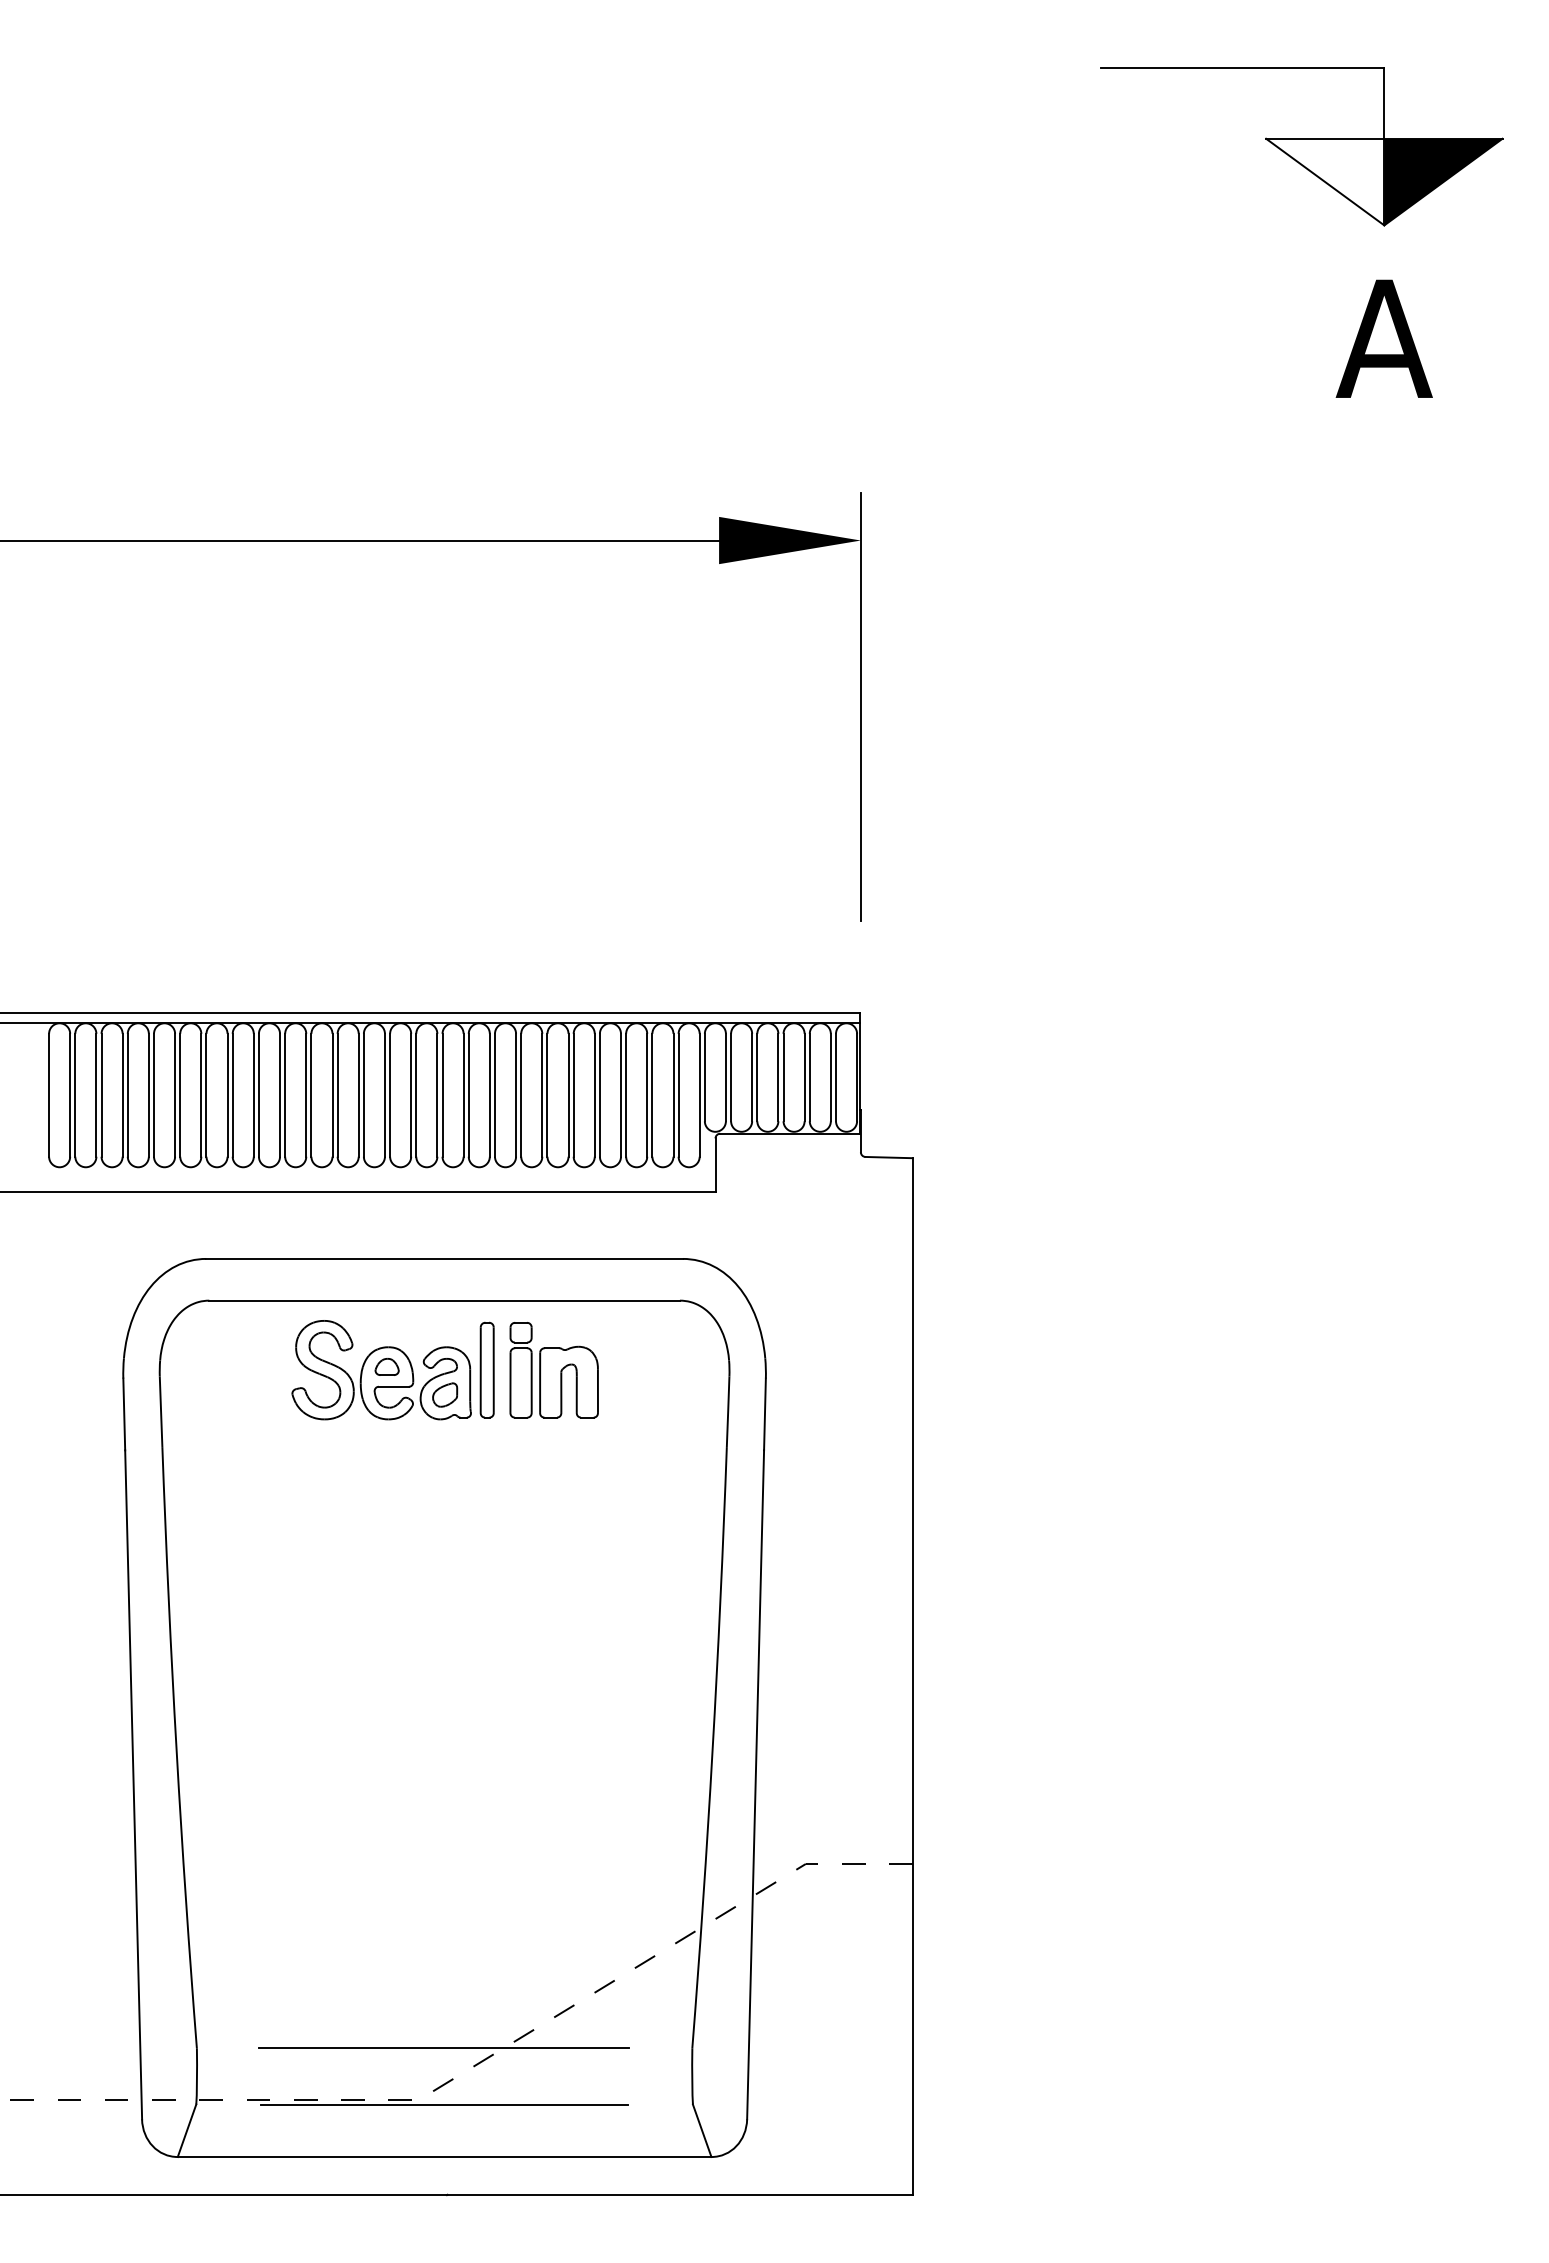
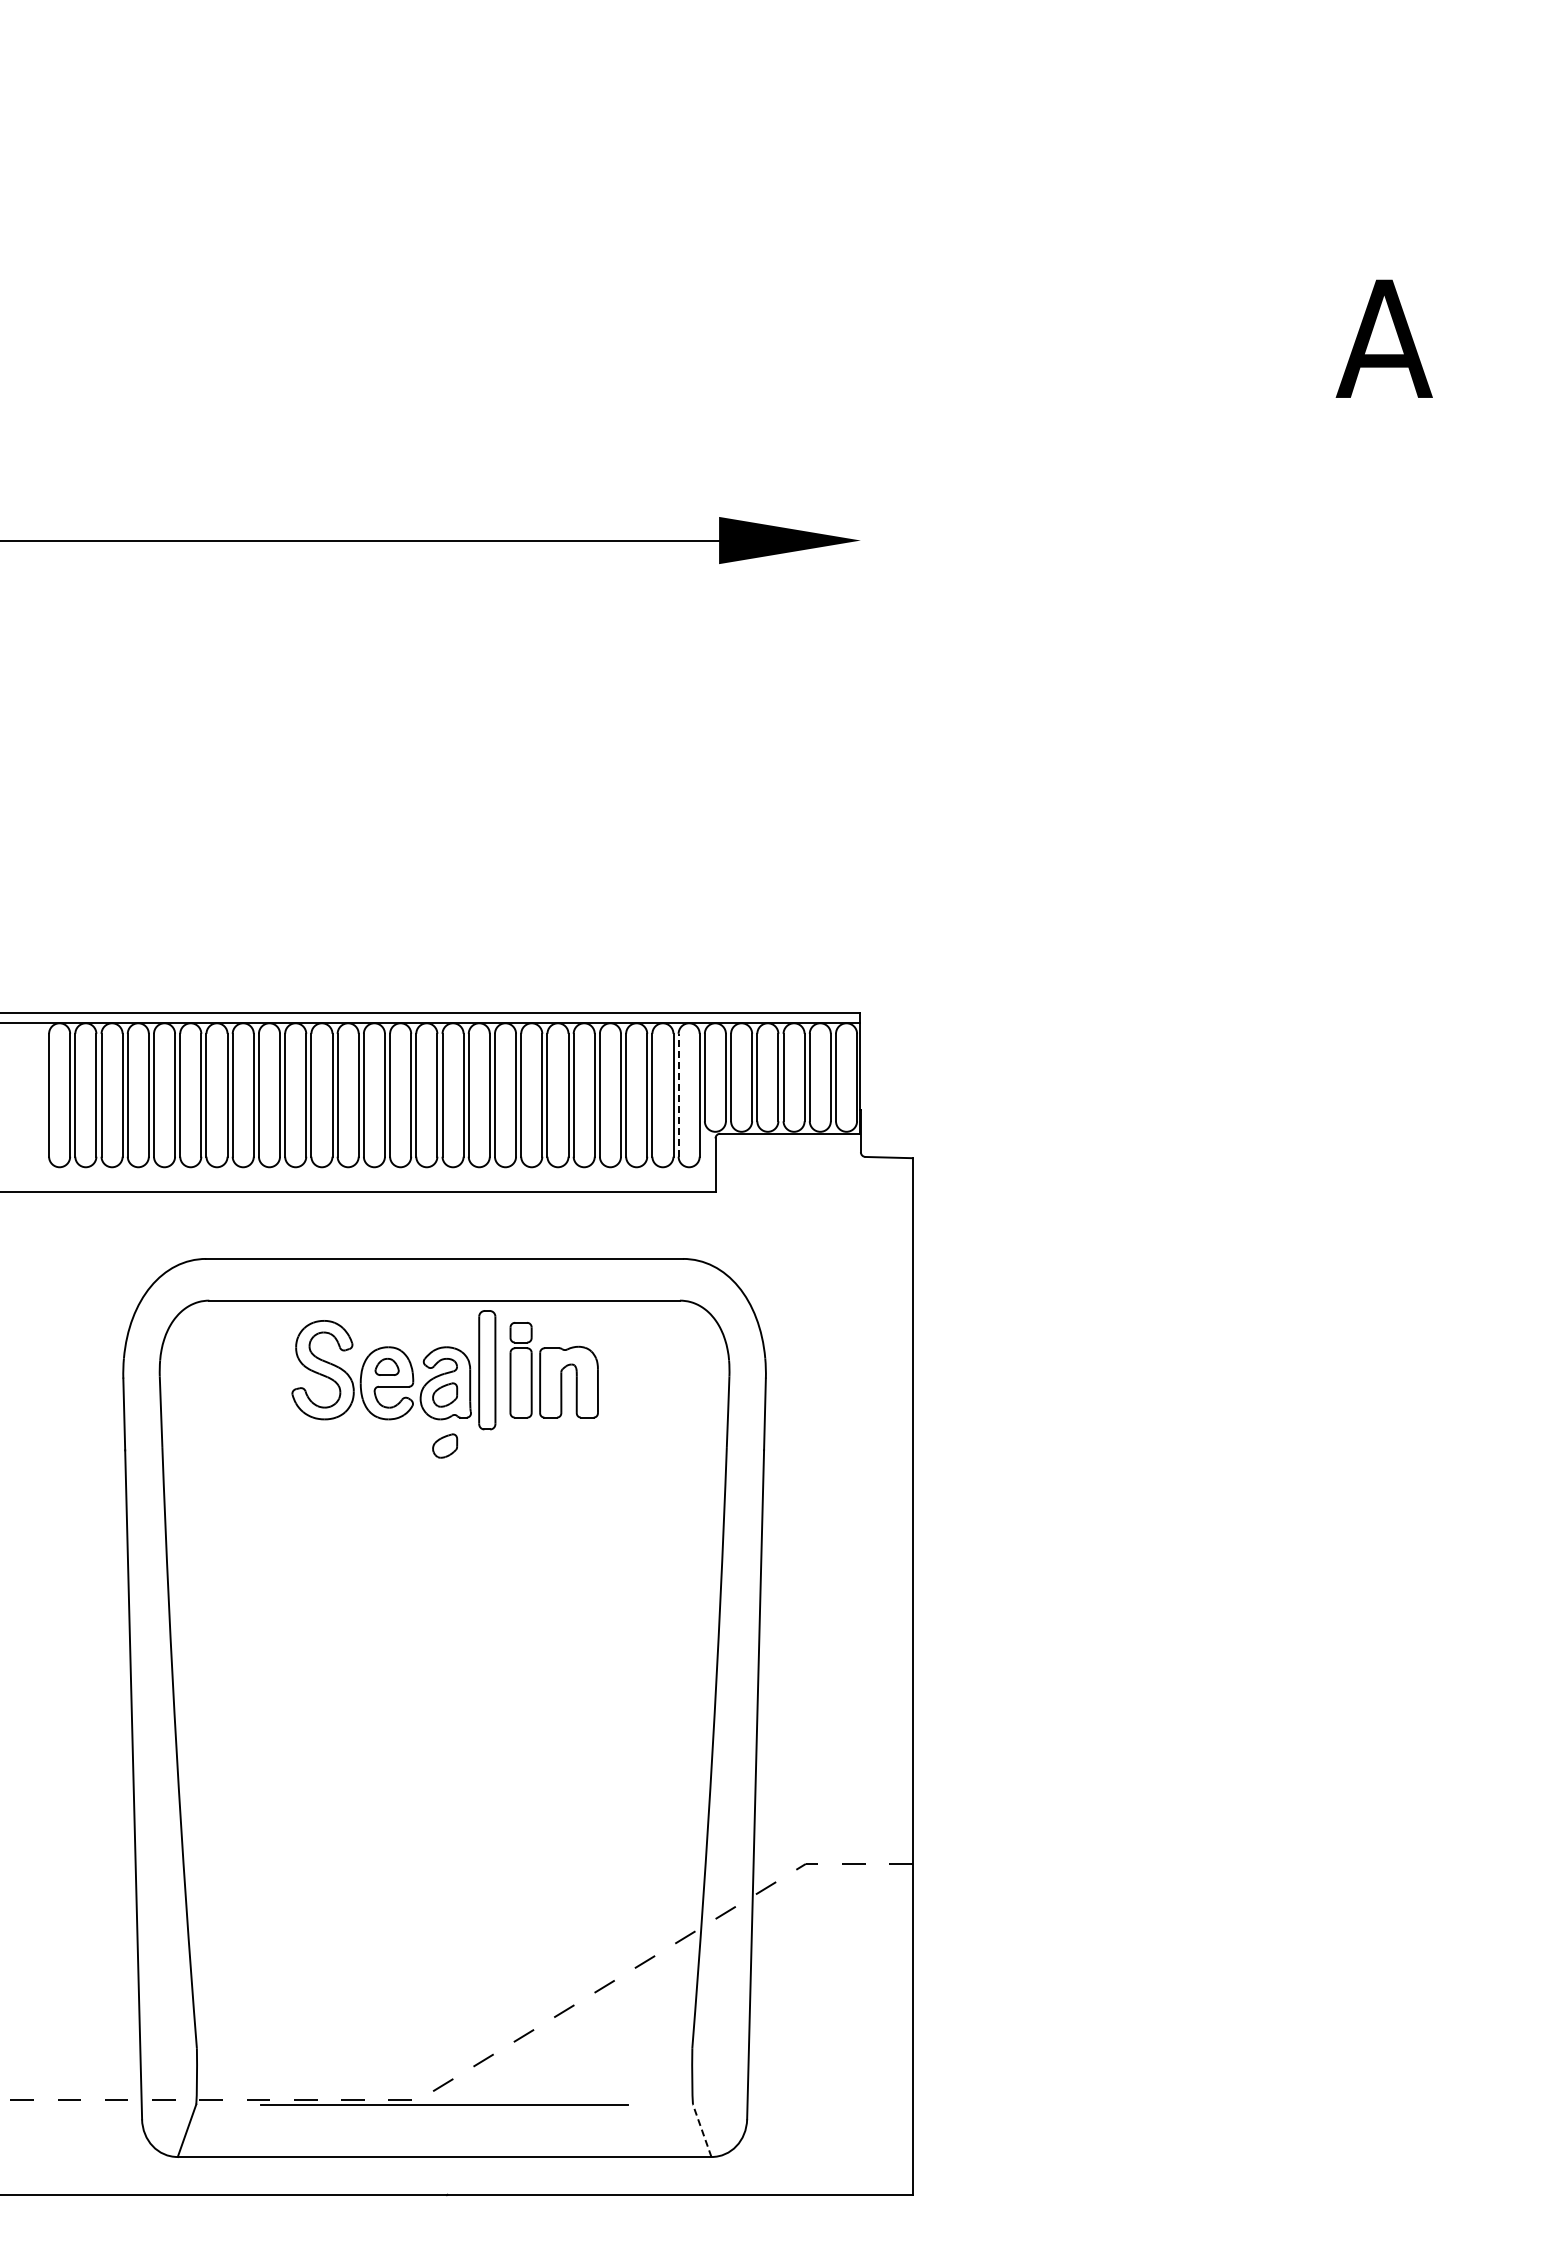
part at (1301, 146): present -> none
line at (860, 707): present -> none
line at (678, 1094): solid -> dashed
part at (486, 1369) size: 16x98 px -> 19x121 px
part at (445, 1445): none -> present
line at (443, 2048): present -> none
line at (702, 2130): solid -> dashed
